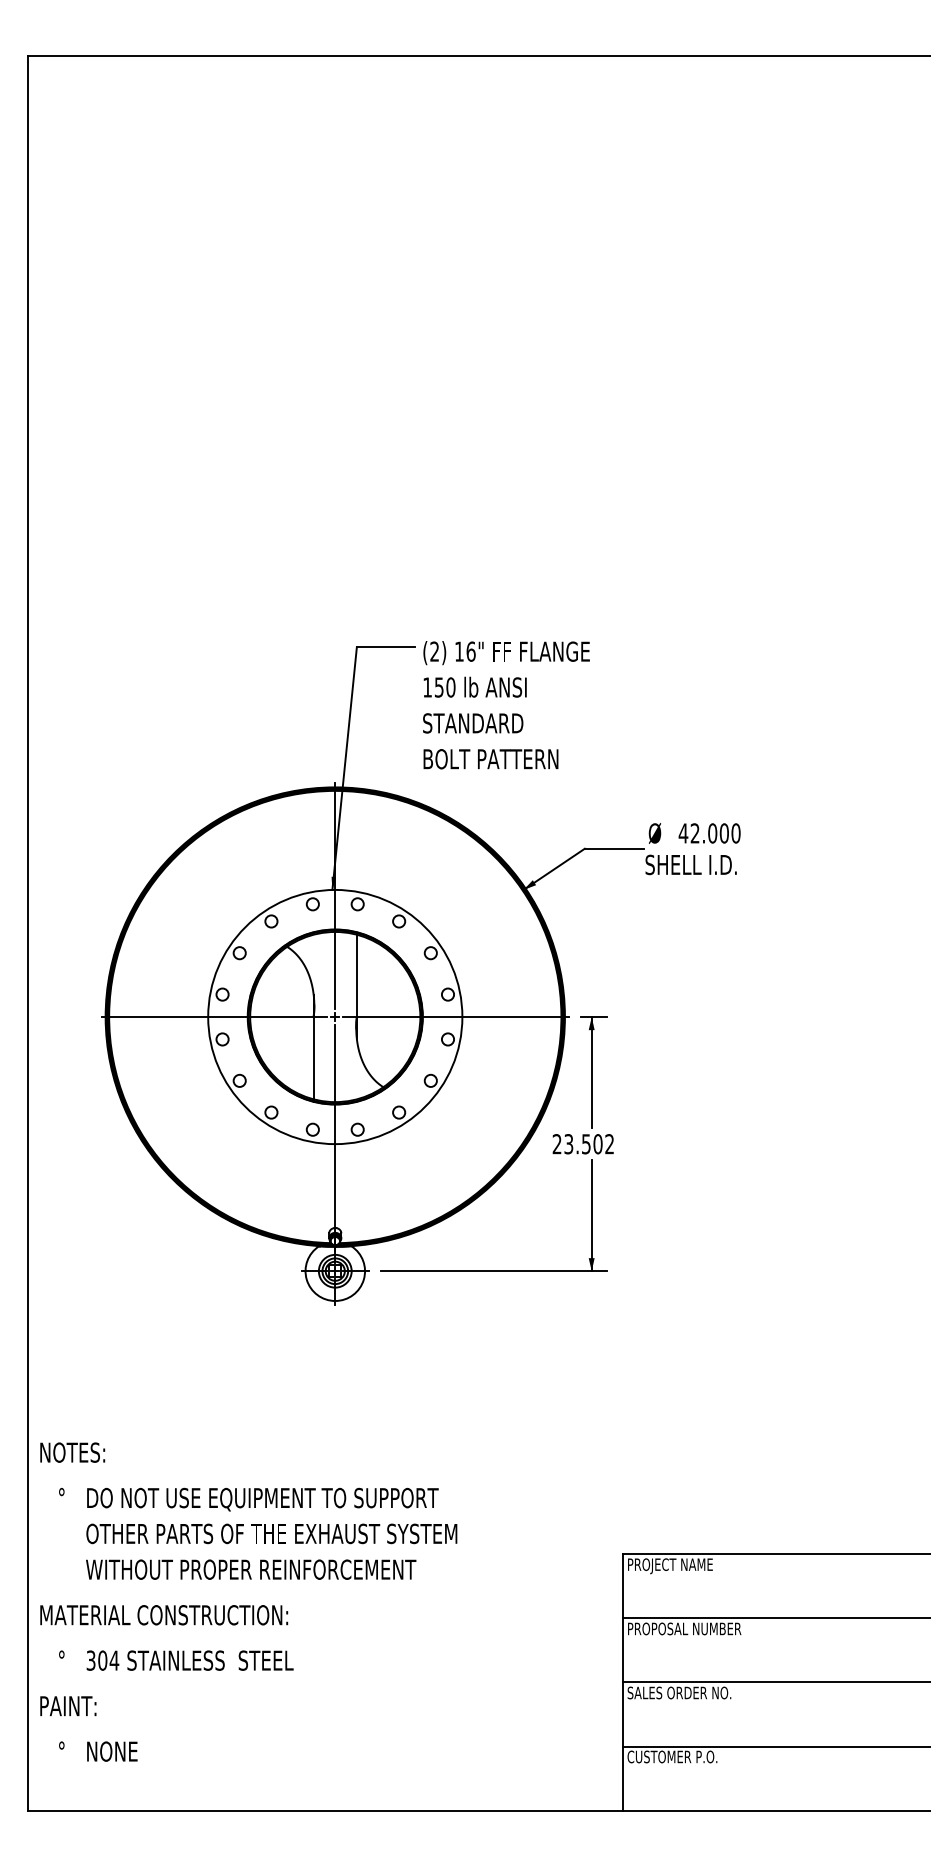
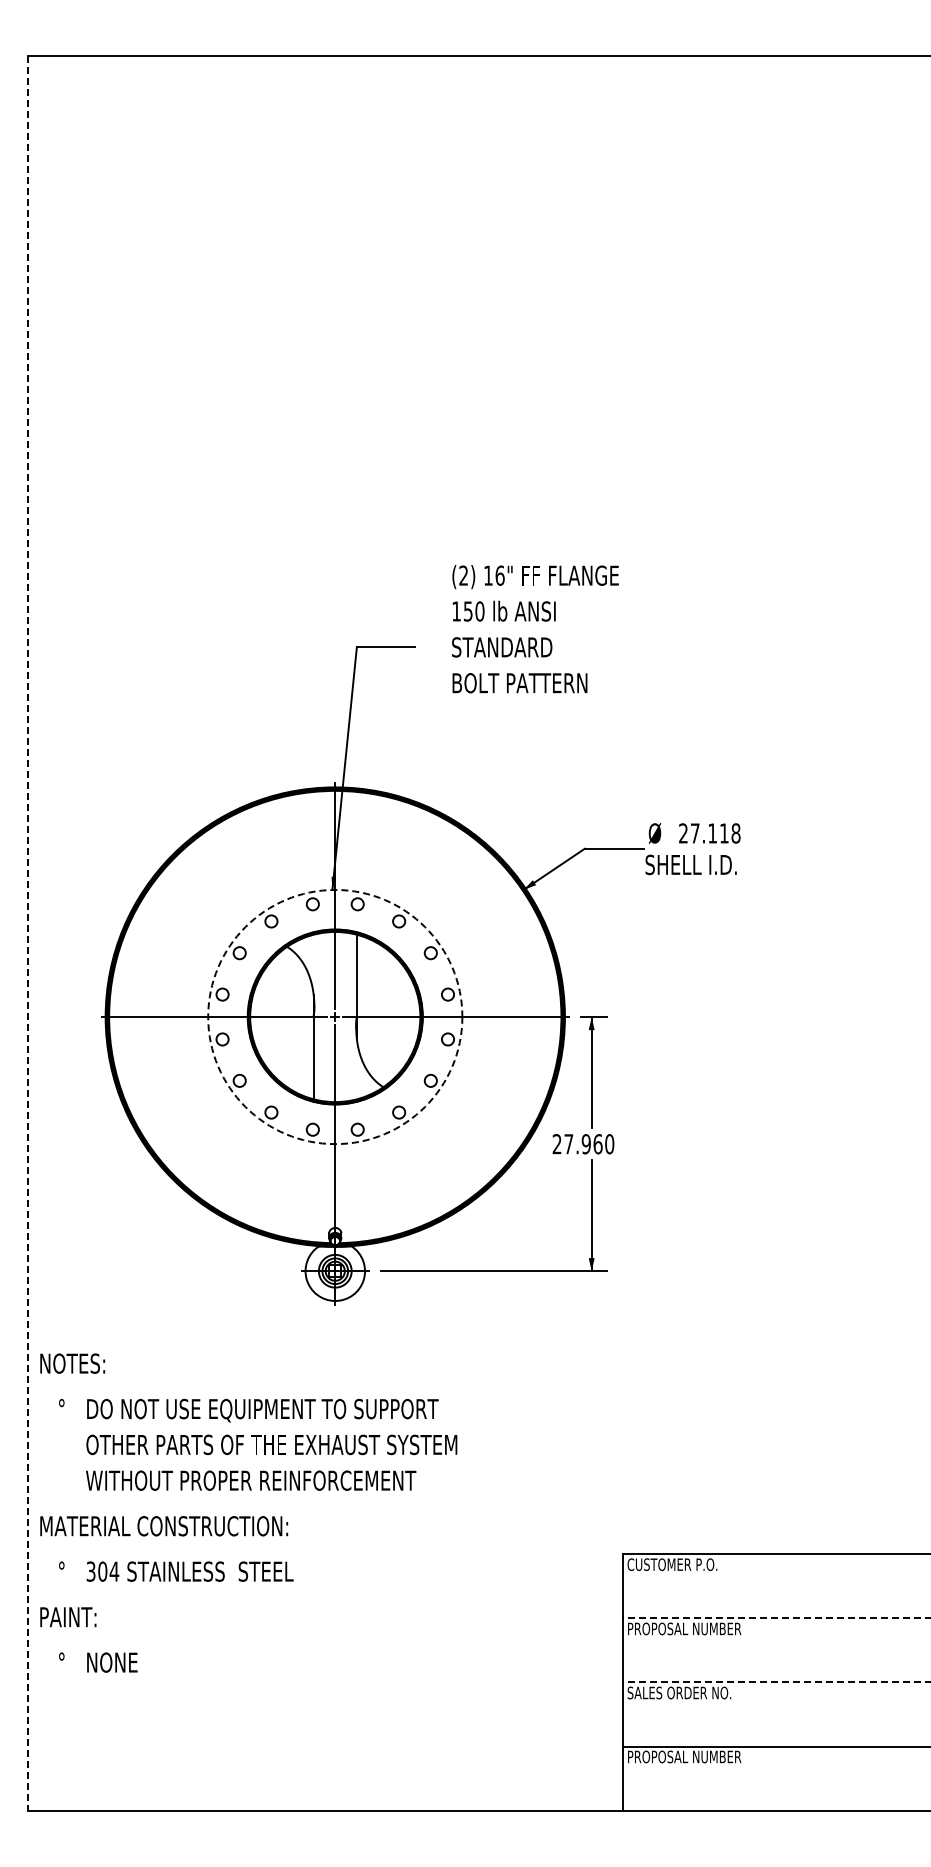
text at (506, 705) position: (506, 705) -> (535, 629)
text at (709, 833): 42.000 -> 27.118
line at (27, 934): solid -> dashed
circle at (335, 1016): solid -> dashed
text at (589, 1144): 23.502 -> 27.960
text at (672, 1566): PROJECT NAME -> CUSTOMER P.O.
text at (248, 1601) position: (248, 1601) -> (248, 1512)
line at (776, 1618): solid -> dashed
line at (776, 1682): solid -> dashed
text at (684, 1756): CUSTOMER P.O. -> PROPOSAL NUMBER
